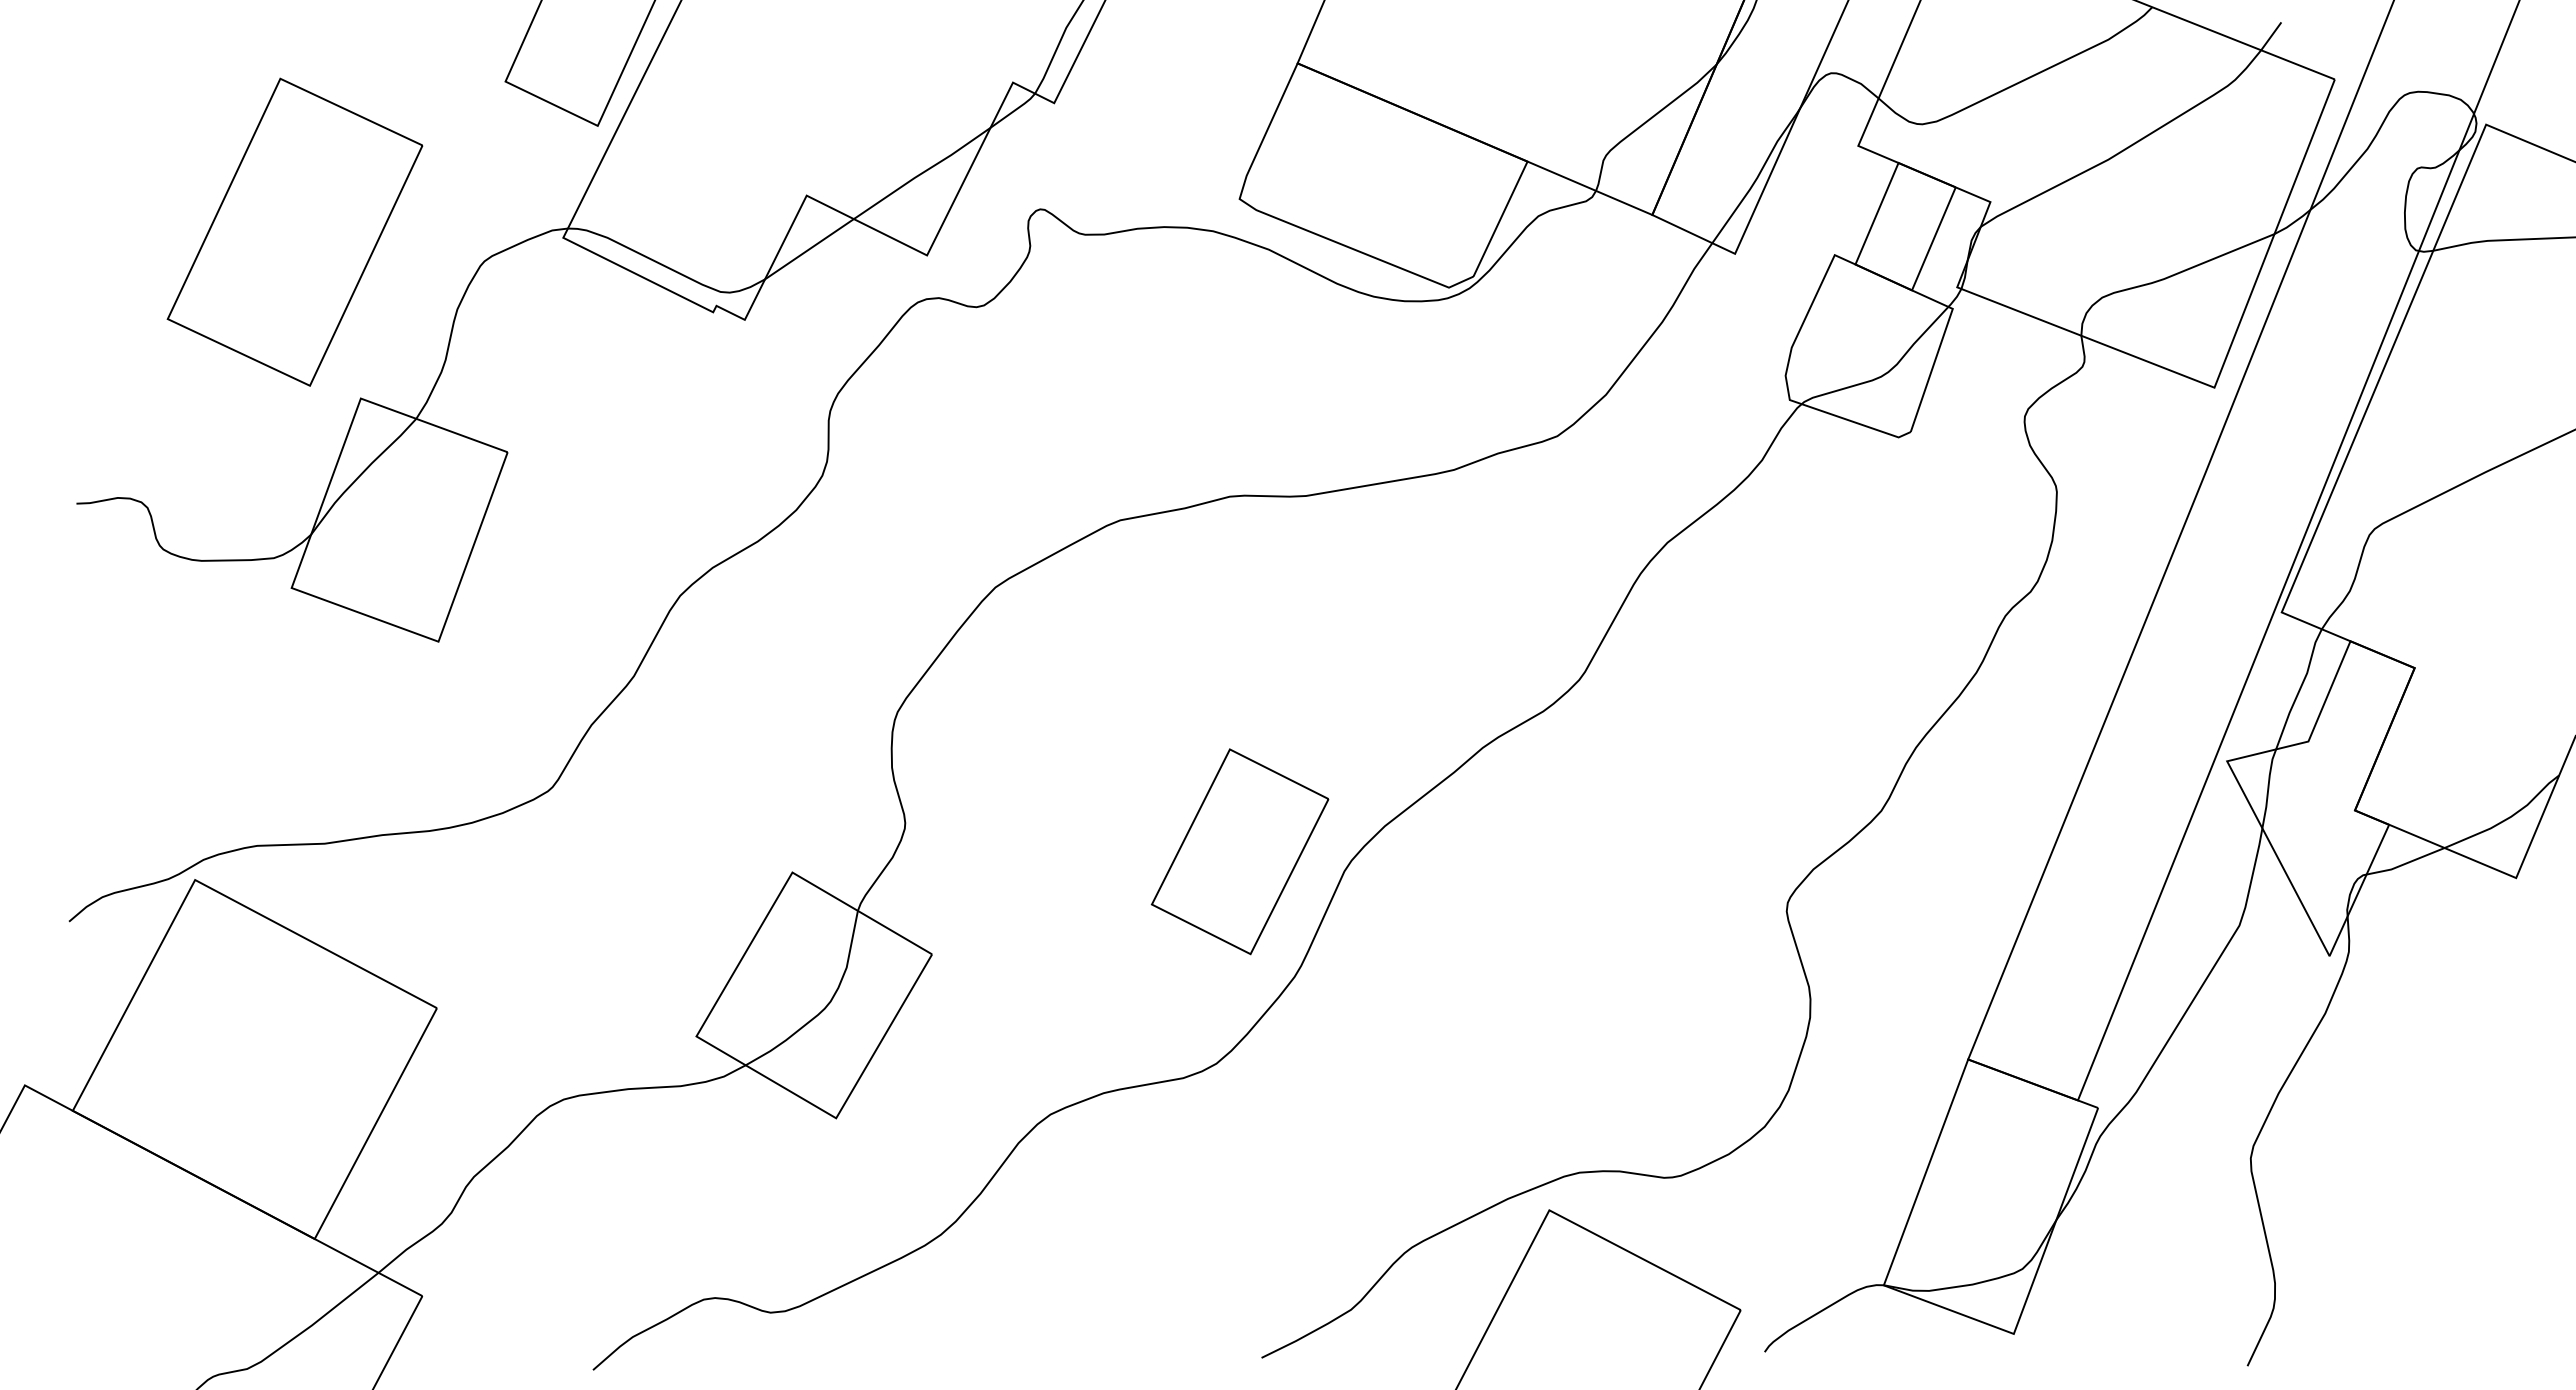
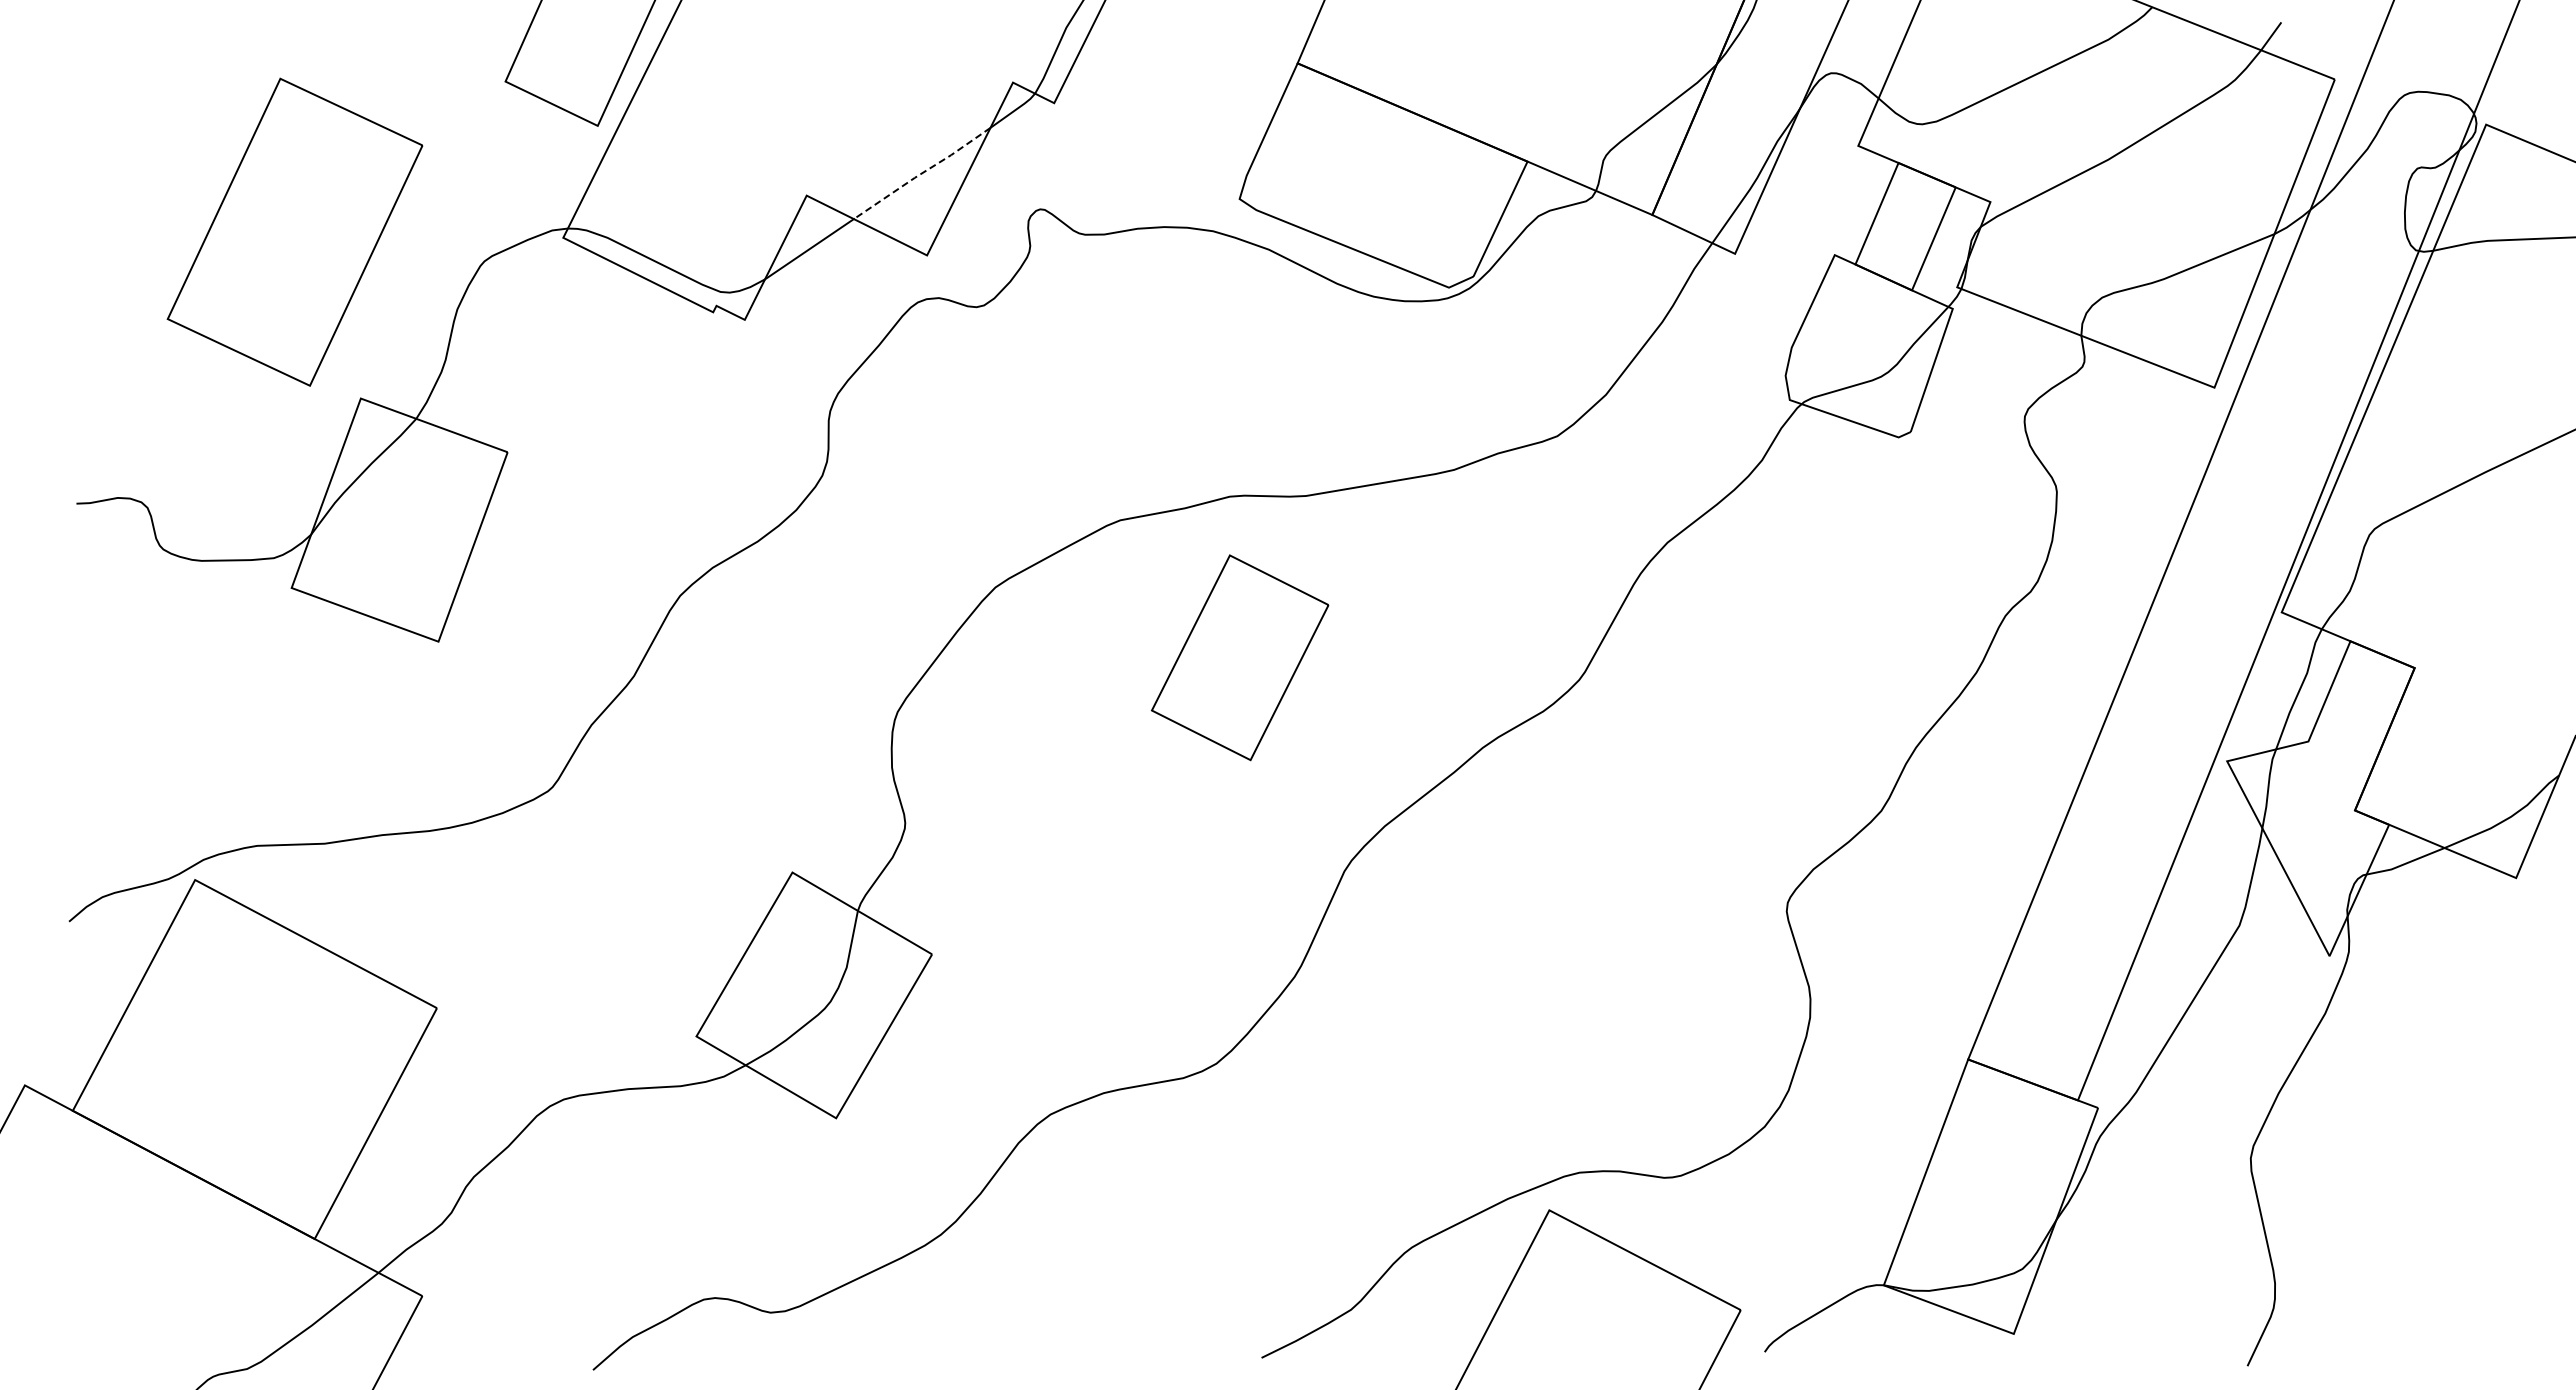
line at (922, 173): solid -> dashed
part at (1239, 851) position: (1239, 851) -> (1239, 657)
